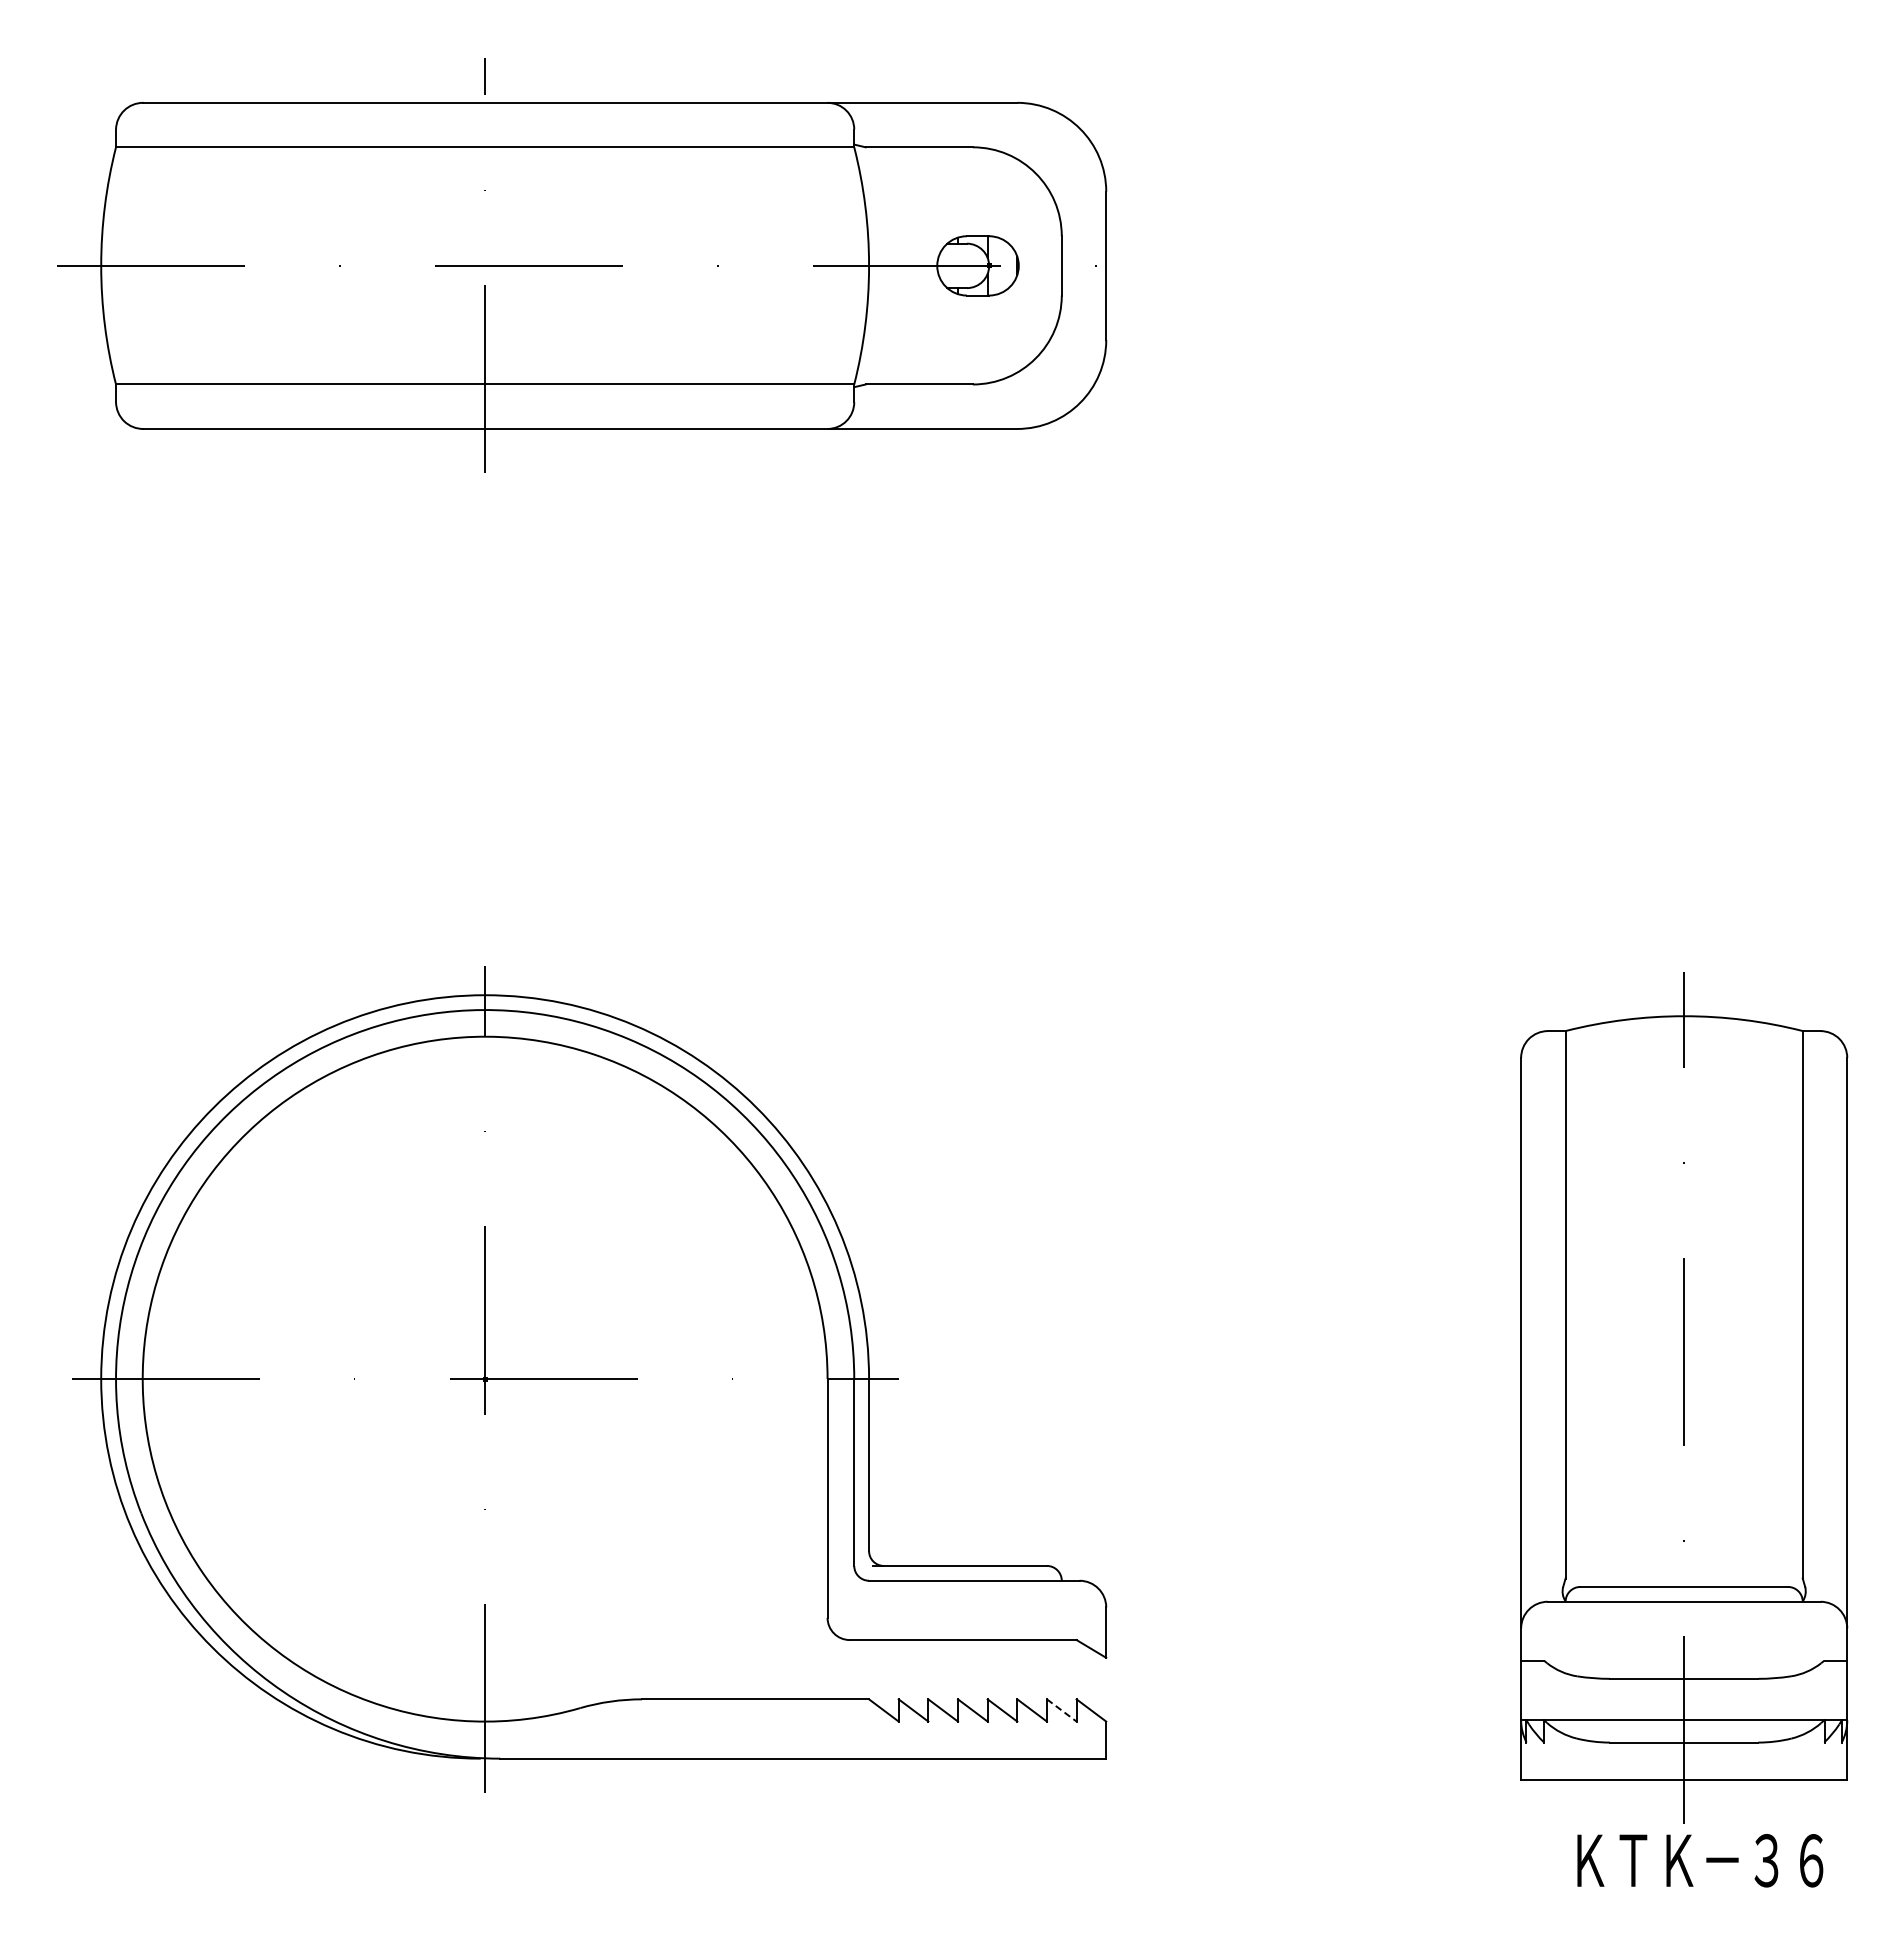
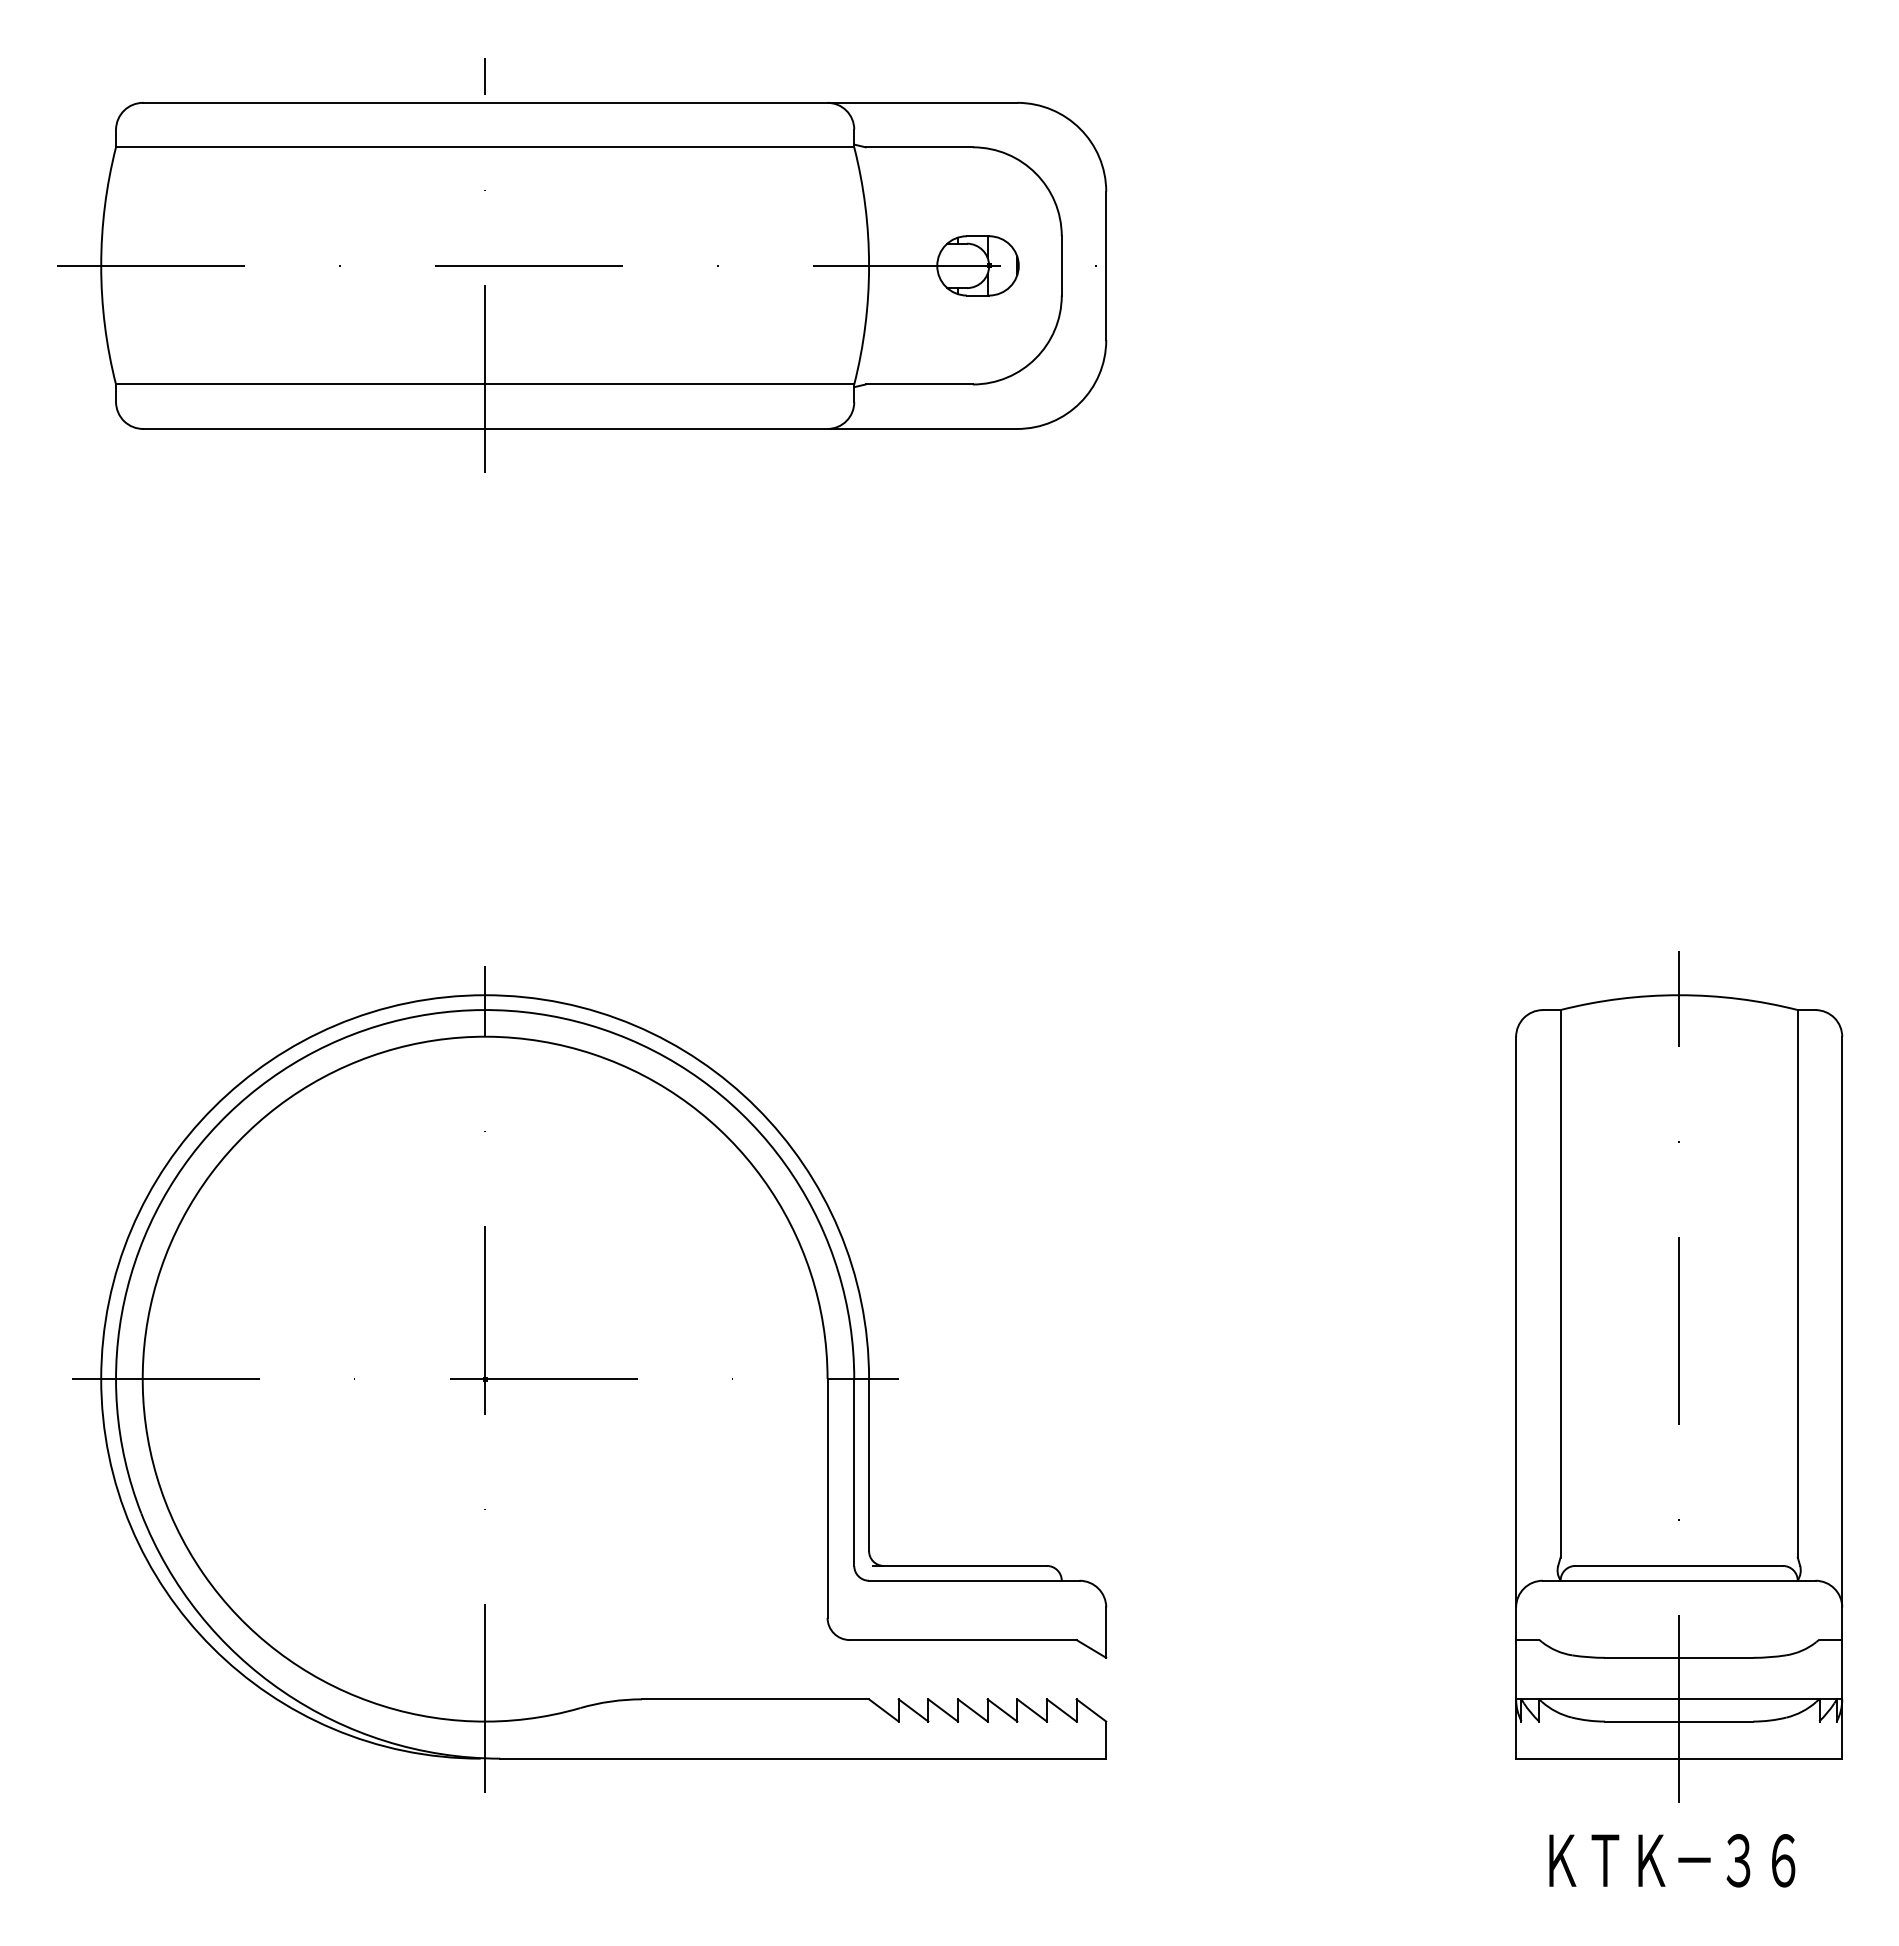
part at (1684, 1397) position: (1684, 1397) -> (1679, 1376)
line at (1061, 1710): dashed -> solid
text at (1700, 1860) position: (1700, 1860) -> (1672, 1860)
